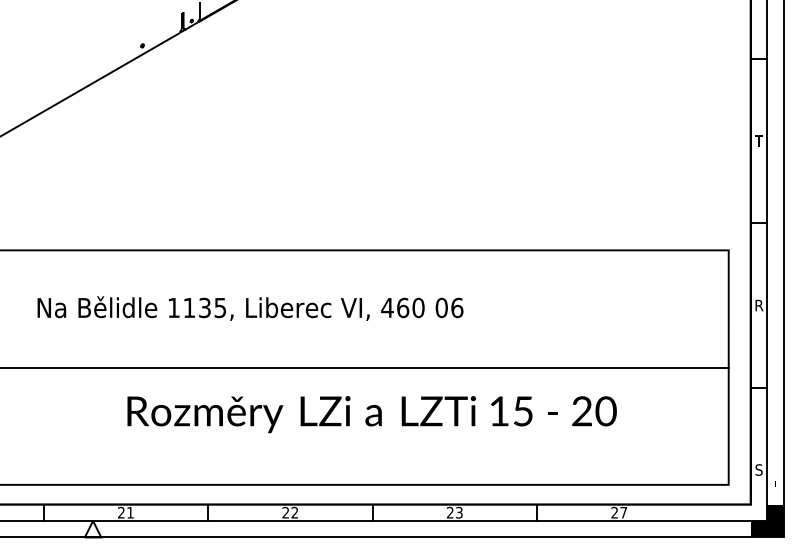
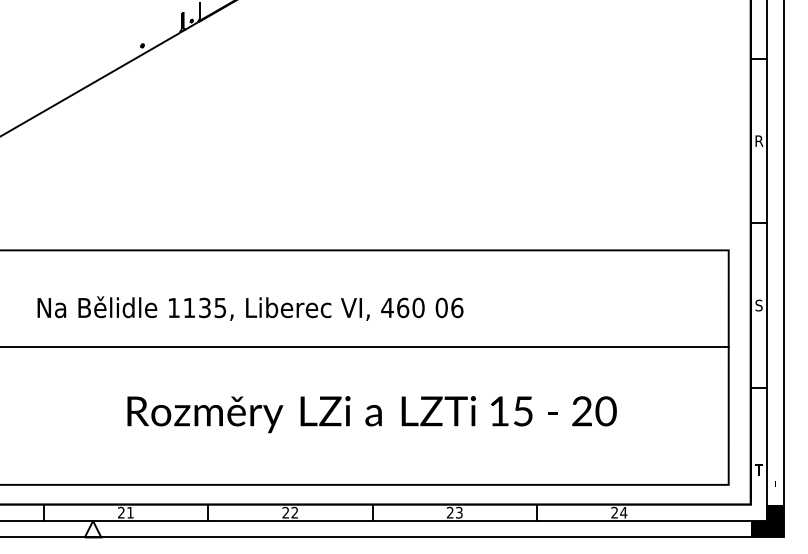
text at (759, 140): T -> R
text at (759, 305): R -> S
line at (365, 367) position: (365, 367) -> (365, 346)
text at (758, 469): S -> T
text at (623, 512): 27 -> 24
